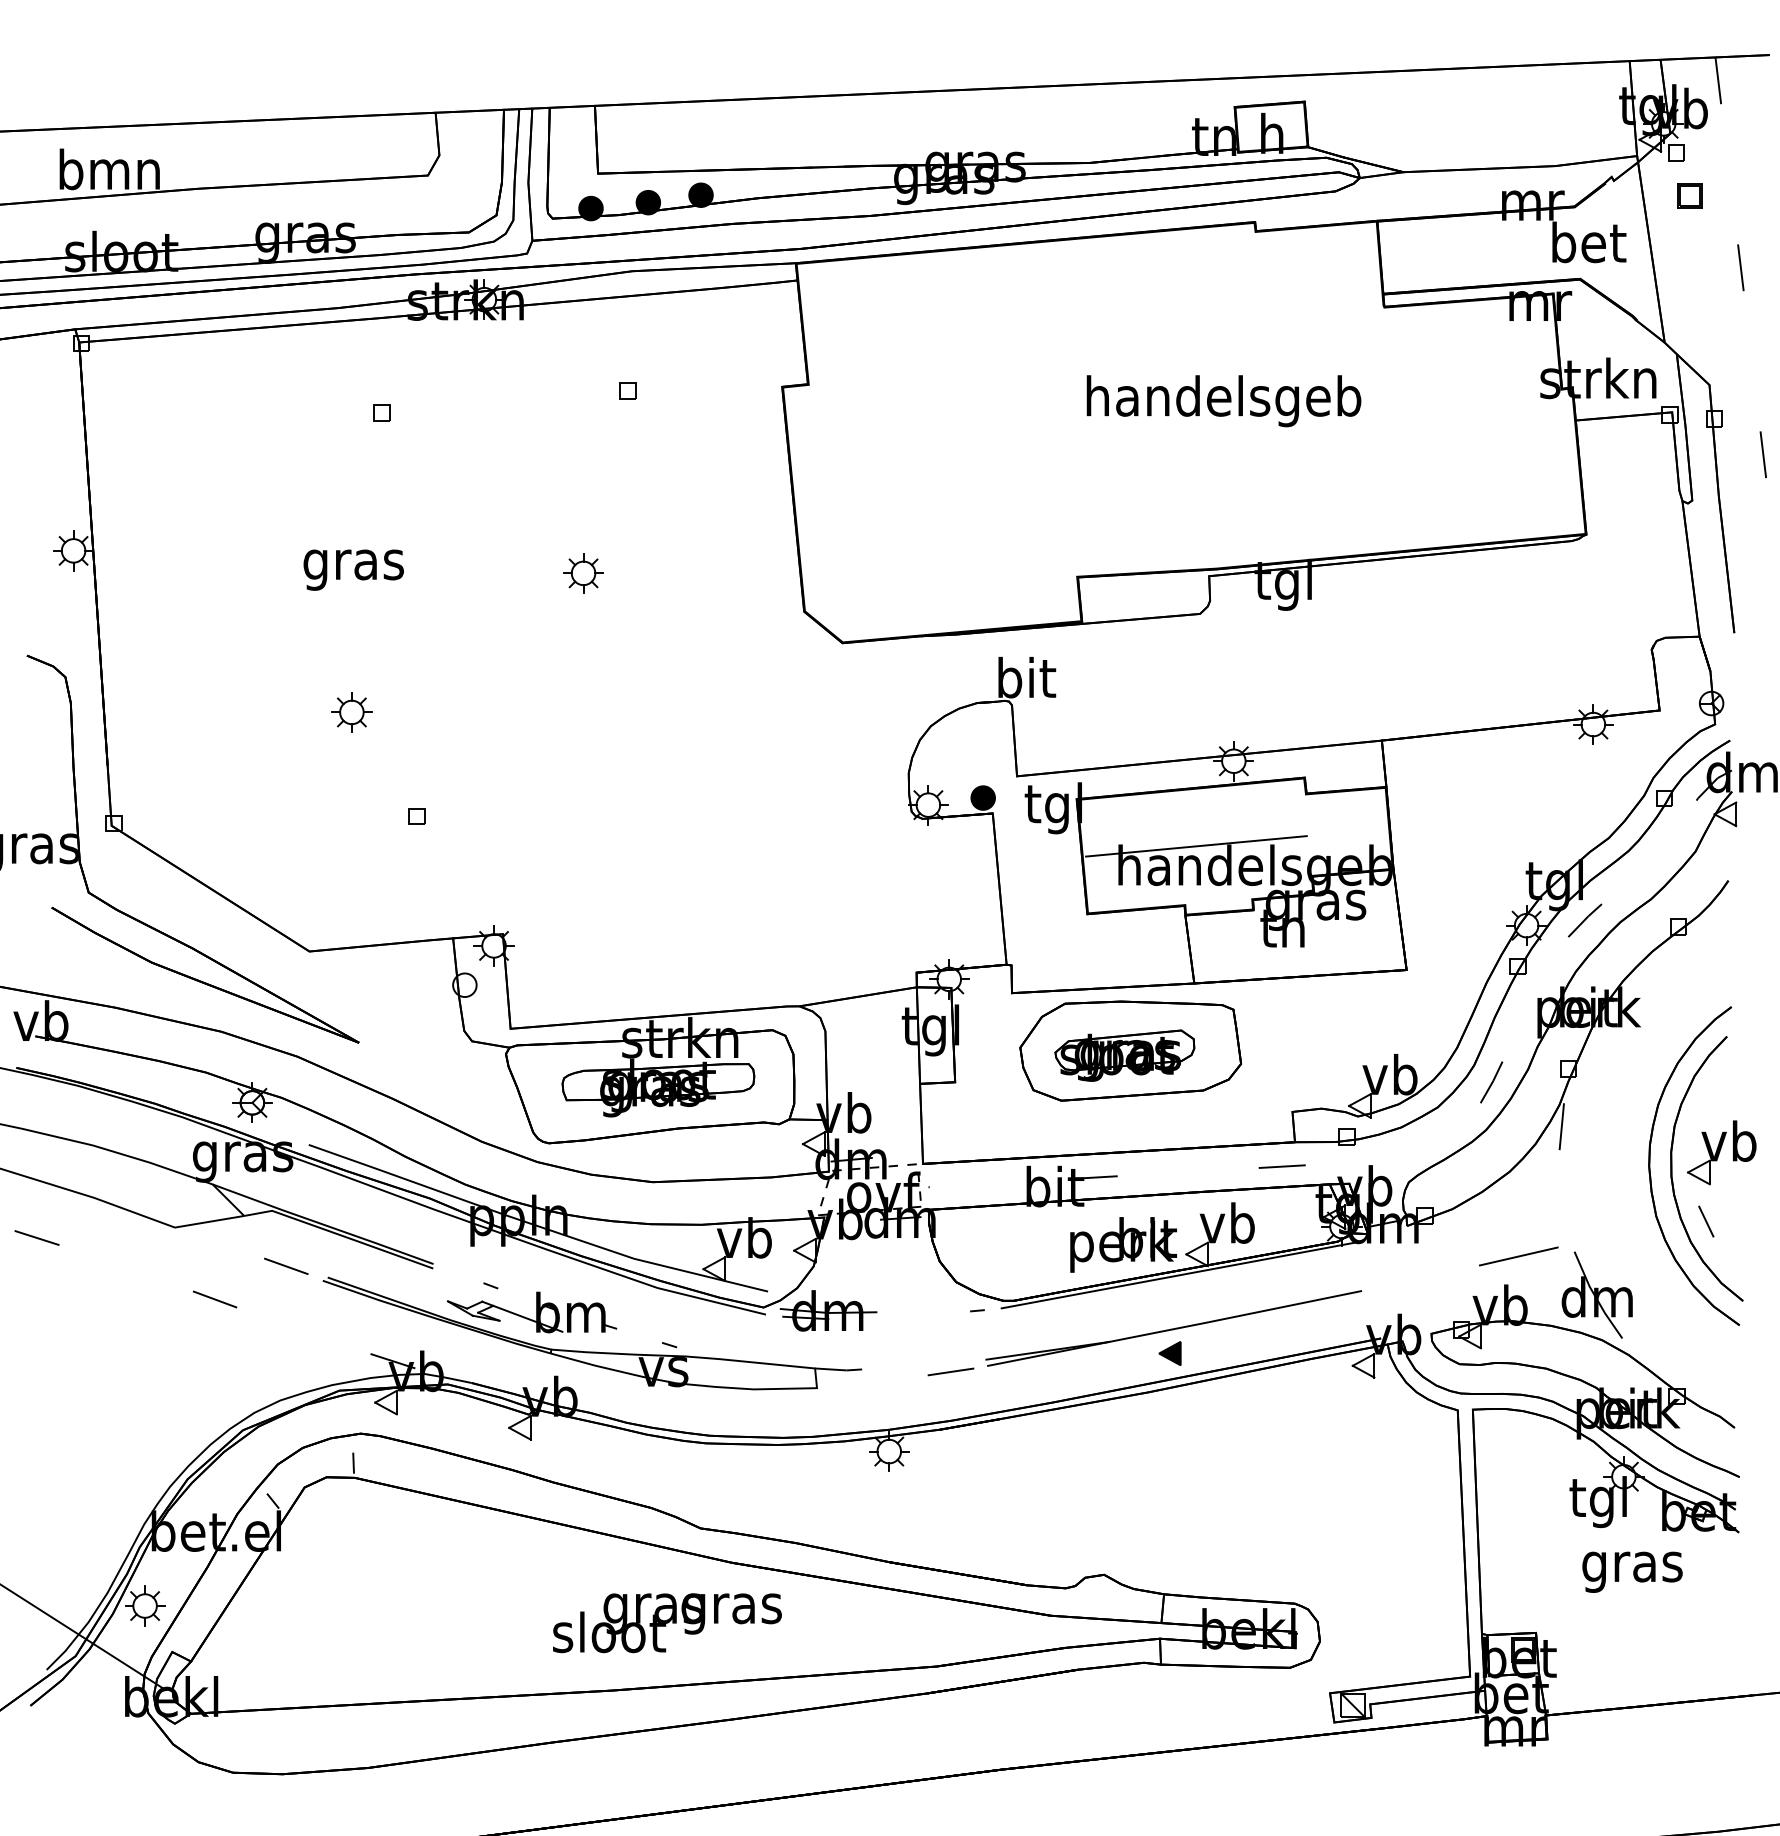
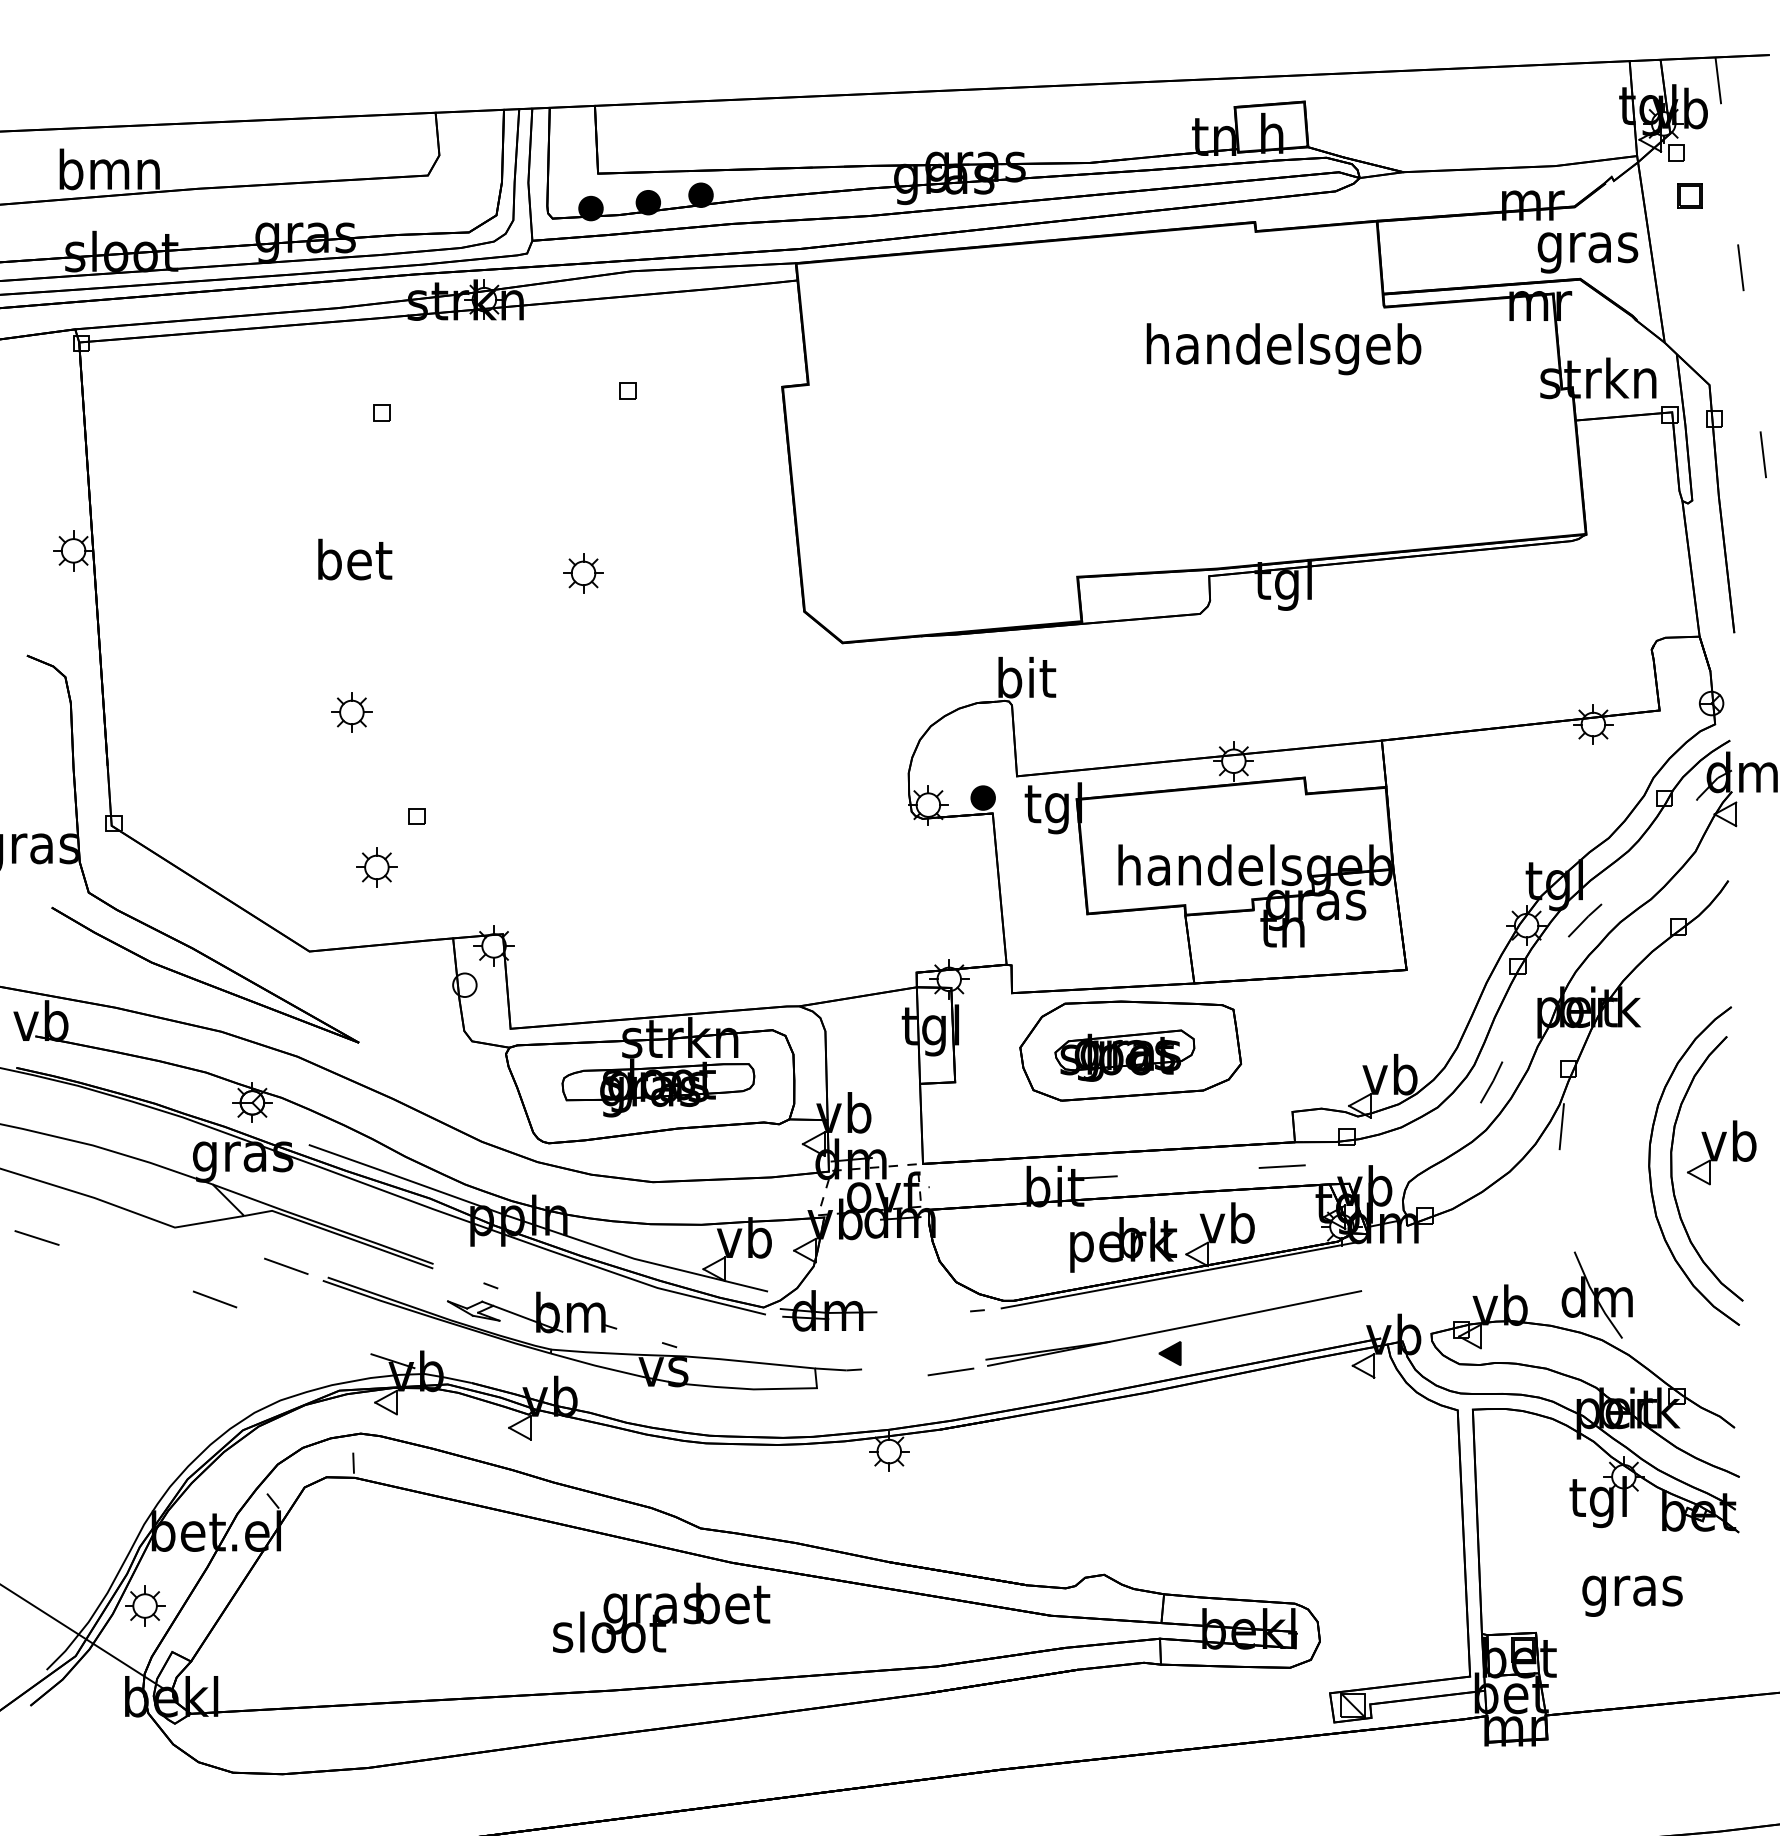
text at (1587, 247): bet -> gras
text at (1223, 401) position: (1223, 401) -> (1283, 349)
text at (353, 564): gras -> bet
line at (1196, 846): present -> none
part at (376, 867): none -> present
line at (1706, 1221): present -> none
line at (1518, 1256): present -> none
text at (1632, 1571) position: (1632, 1571) -> (1632, 1595)
text at (731, 1608): gras -> bet
